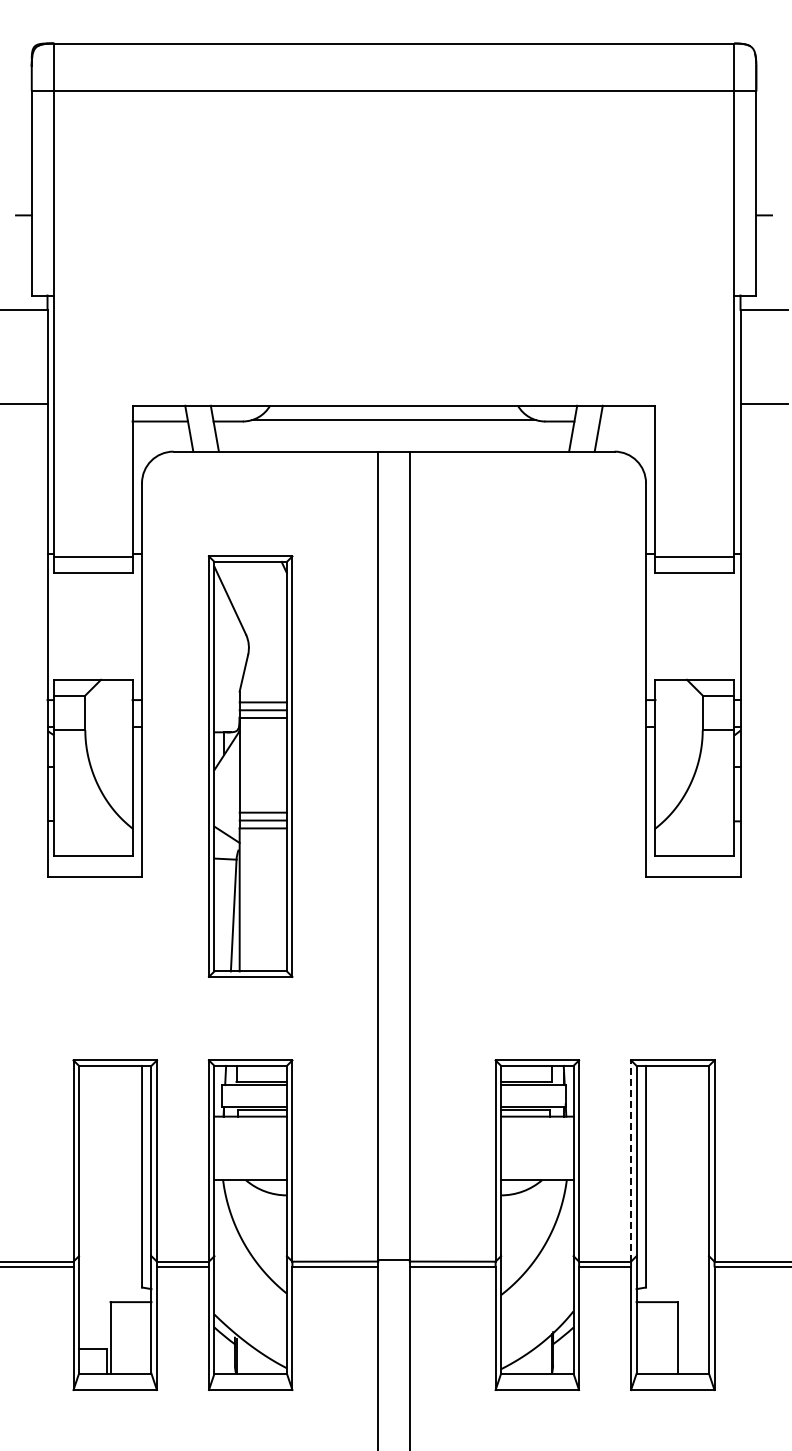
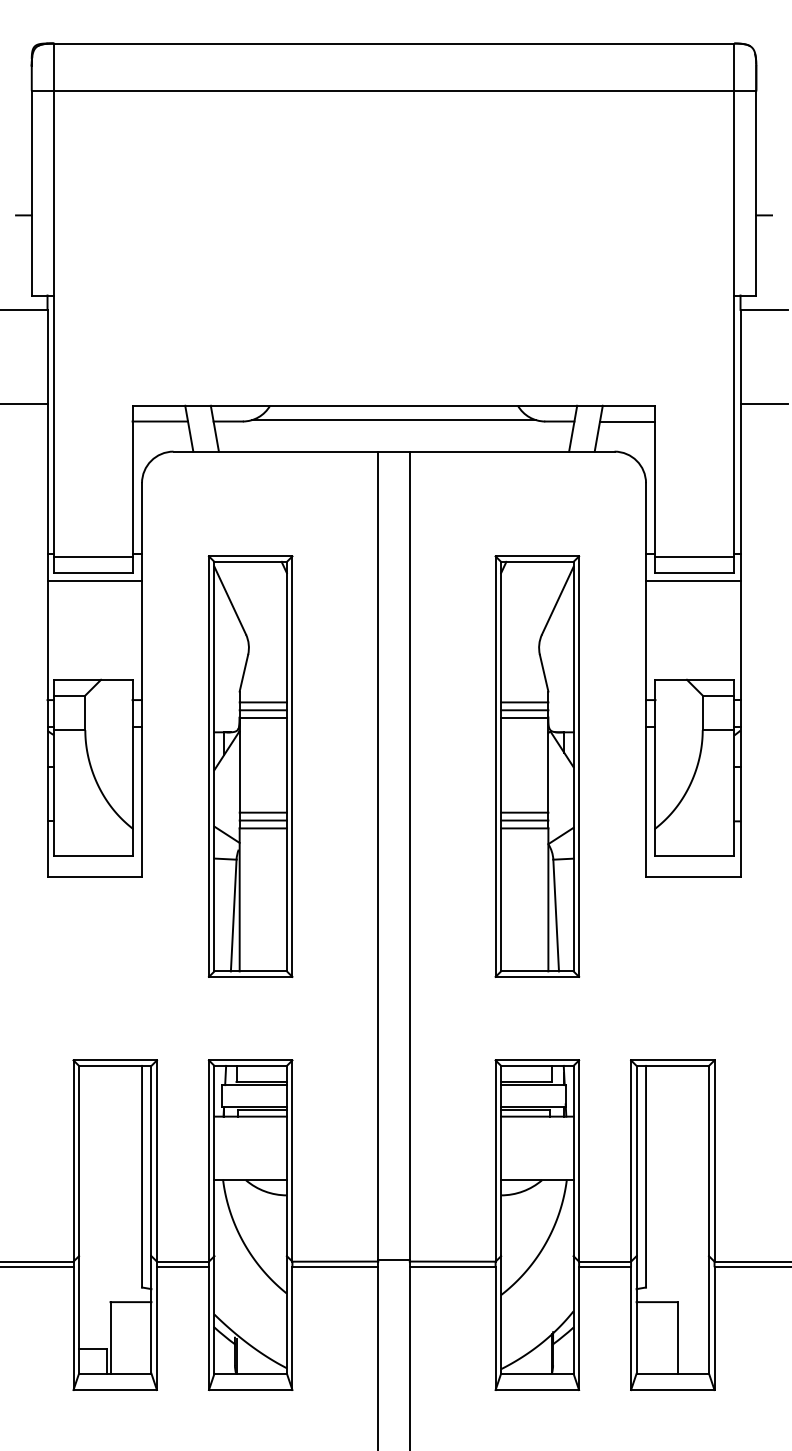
line at (627, 421): none -> present
line at (94, 581): none -> present
line at (693, 581): none -> present
part at (537, 766): none -> present
line at (631, 1161): dashed -> solid
